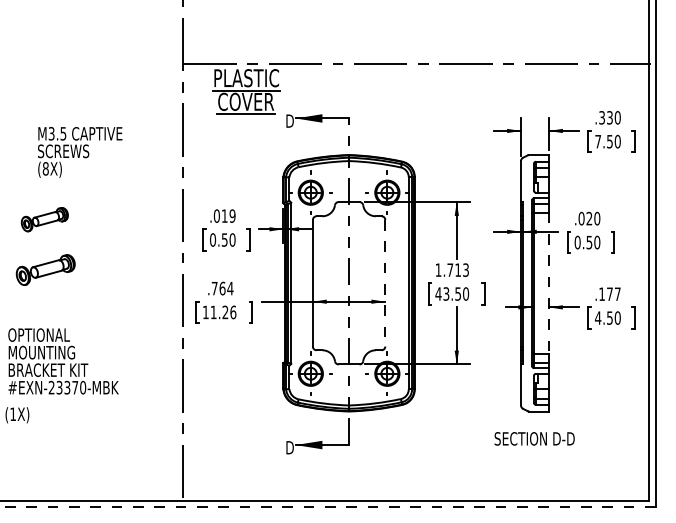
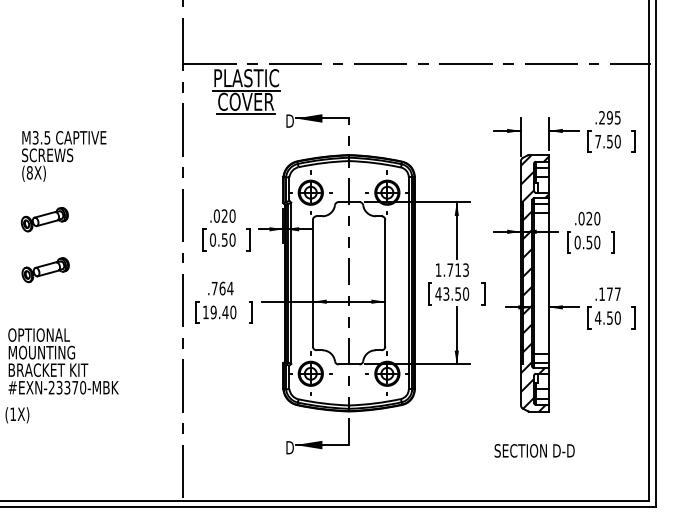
text at (609, 117): .330 -> .295
text at (80, 152) position: (80, 152) -> (64, 156)
text at (228, 215): .019 -> .020
part at (45, 269) size: 61x32 px -> 49x27 px
line at (385, 283): dashed -> solid
hatch at (535, 283): none -> present
line at (549, 283): dashed -> solid
text at (223, 312): 11.26 -> 19.40
text at (534, 438) position: (534, 438) -> (534, 450)
line at (327, 507): dashed -> solid
